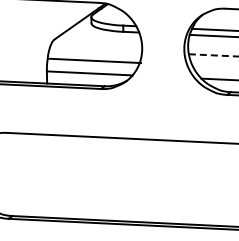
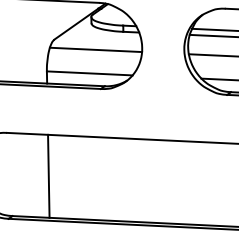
line at (213, 55): dashed -> solid
line at (94, 60) position: (94, 60) -> (95, 49)
line at (48, 175): none -> present
